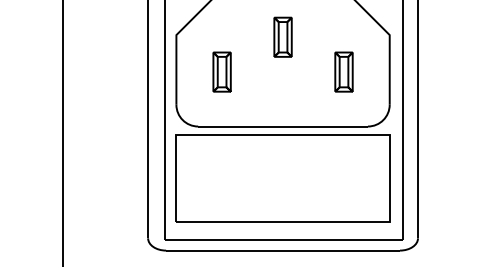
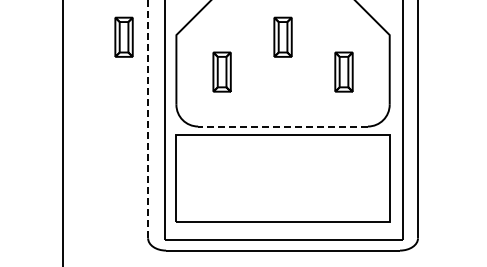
part at (123, 36): none -> present
line at (148, 119): solid -> dashed
line at (283, 126): solid -> dashed
